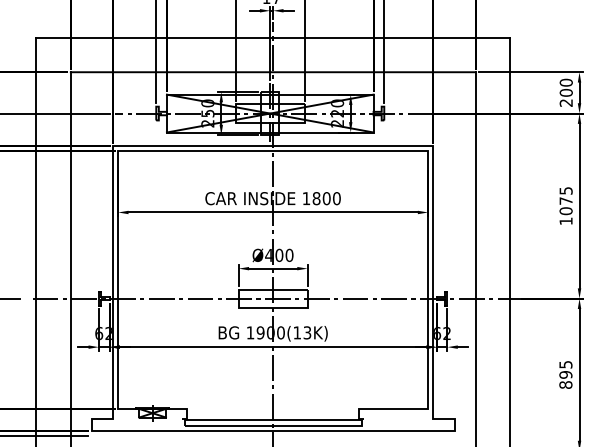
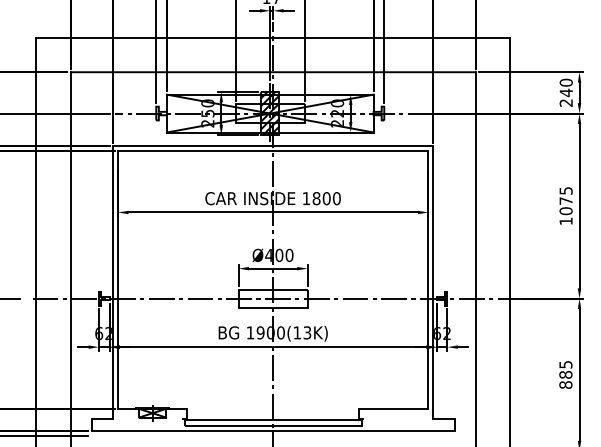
text at (565, 92): 200 -> 240
hatch at (270, 113): none -> present
text at (565, 374): 895 -> 885
